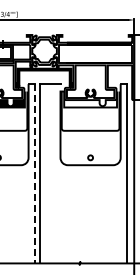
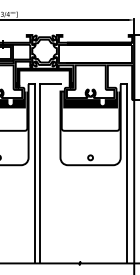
hatch at (90, 103): none -> present
line at (35, 173): dashed -> solid
